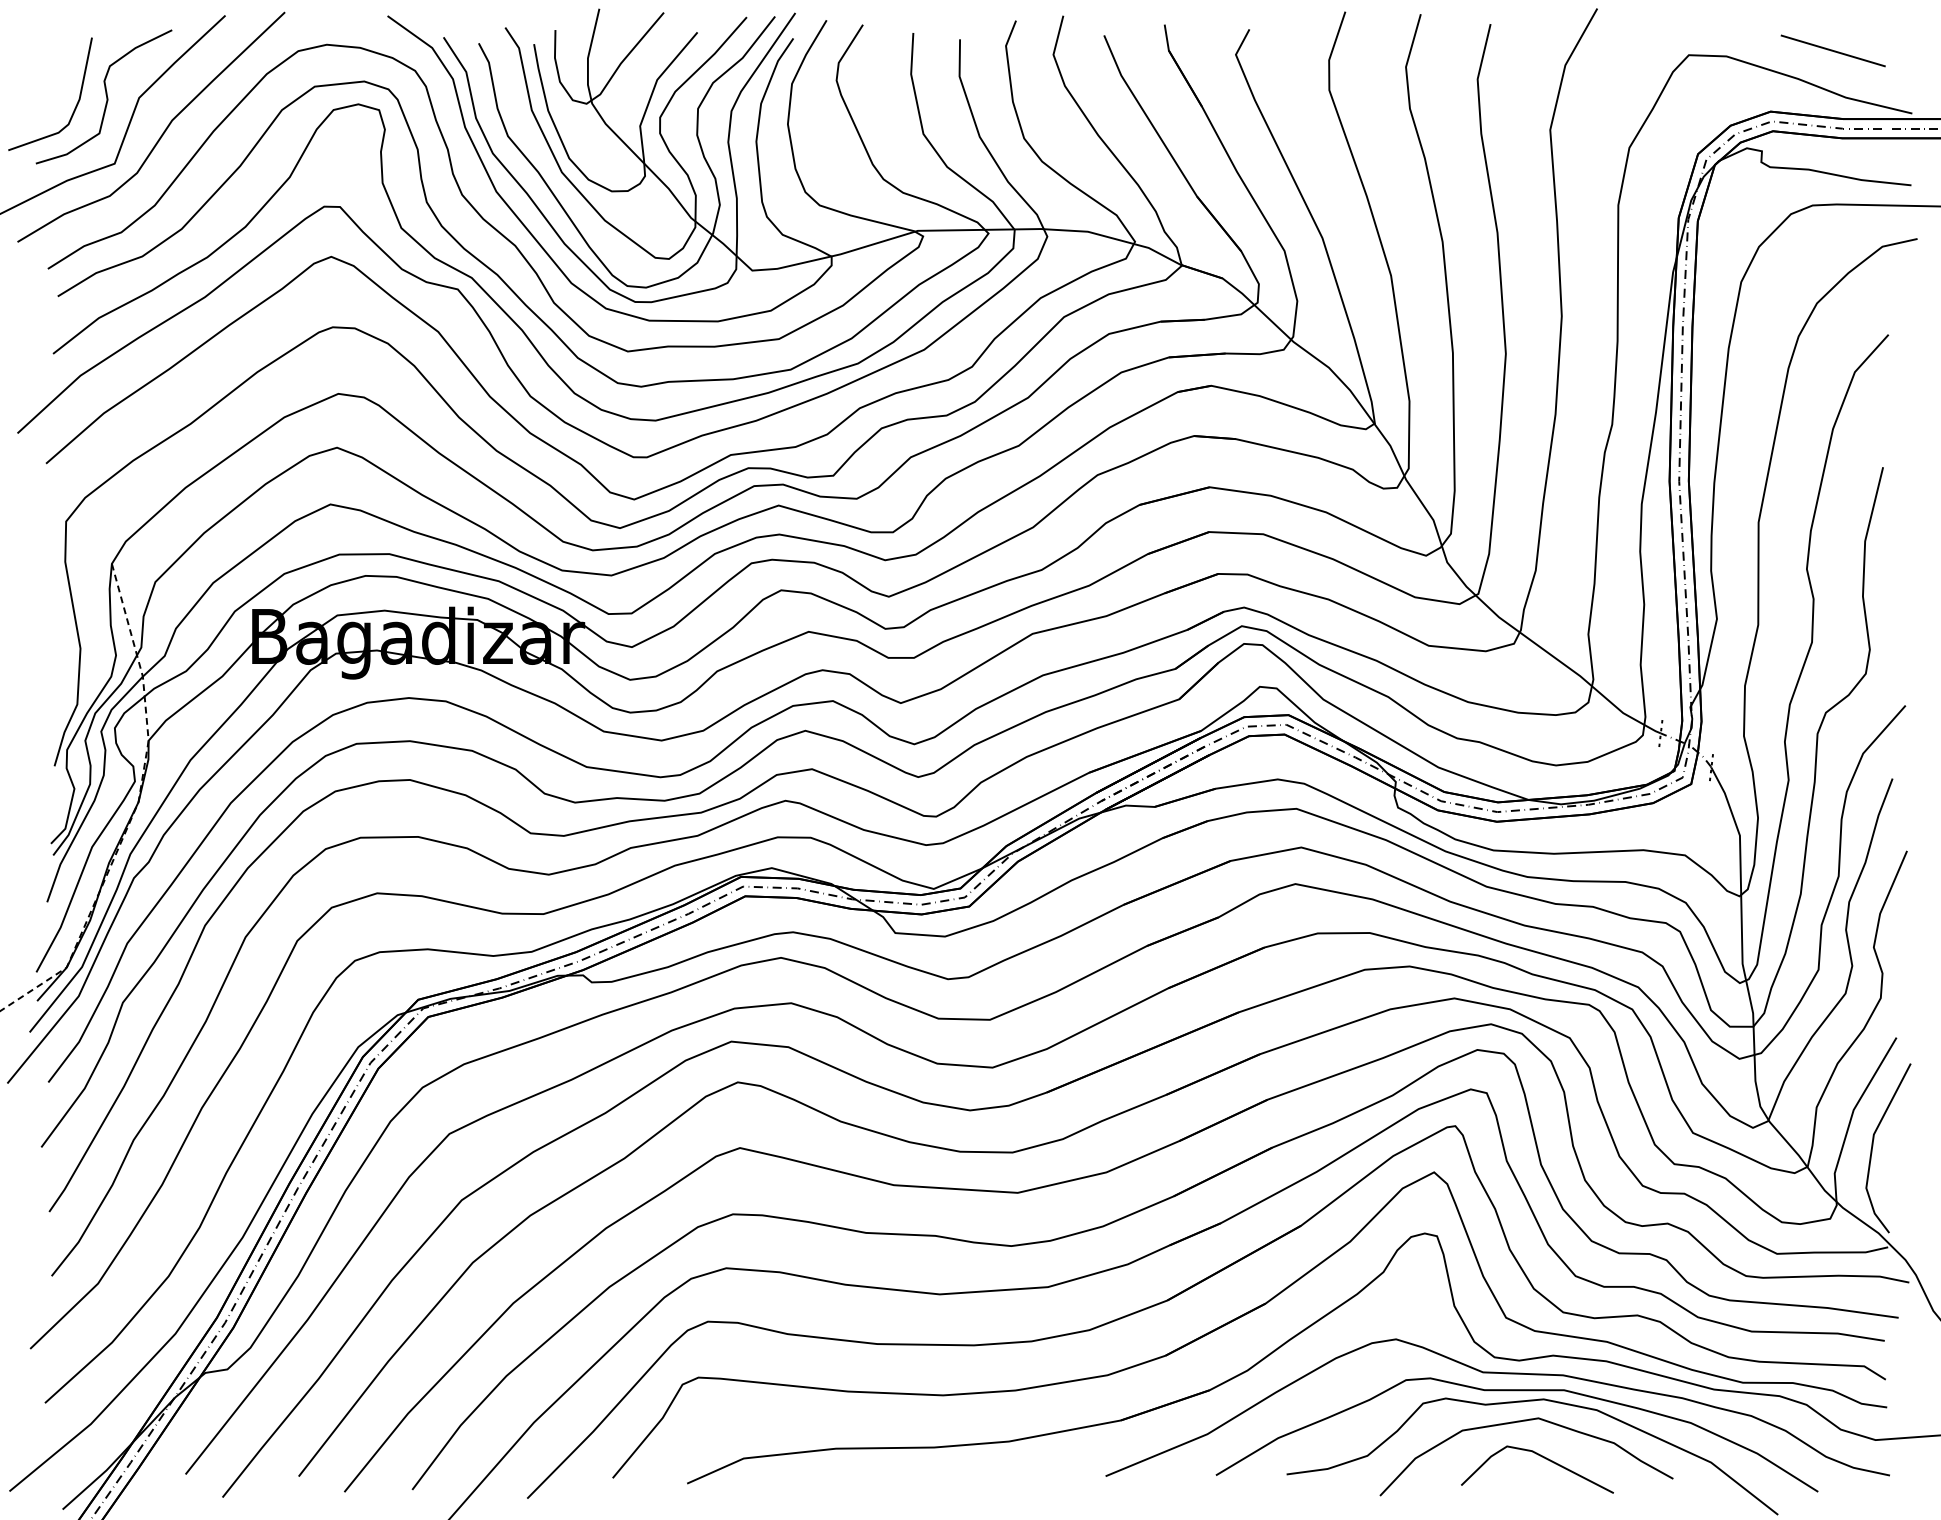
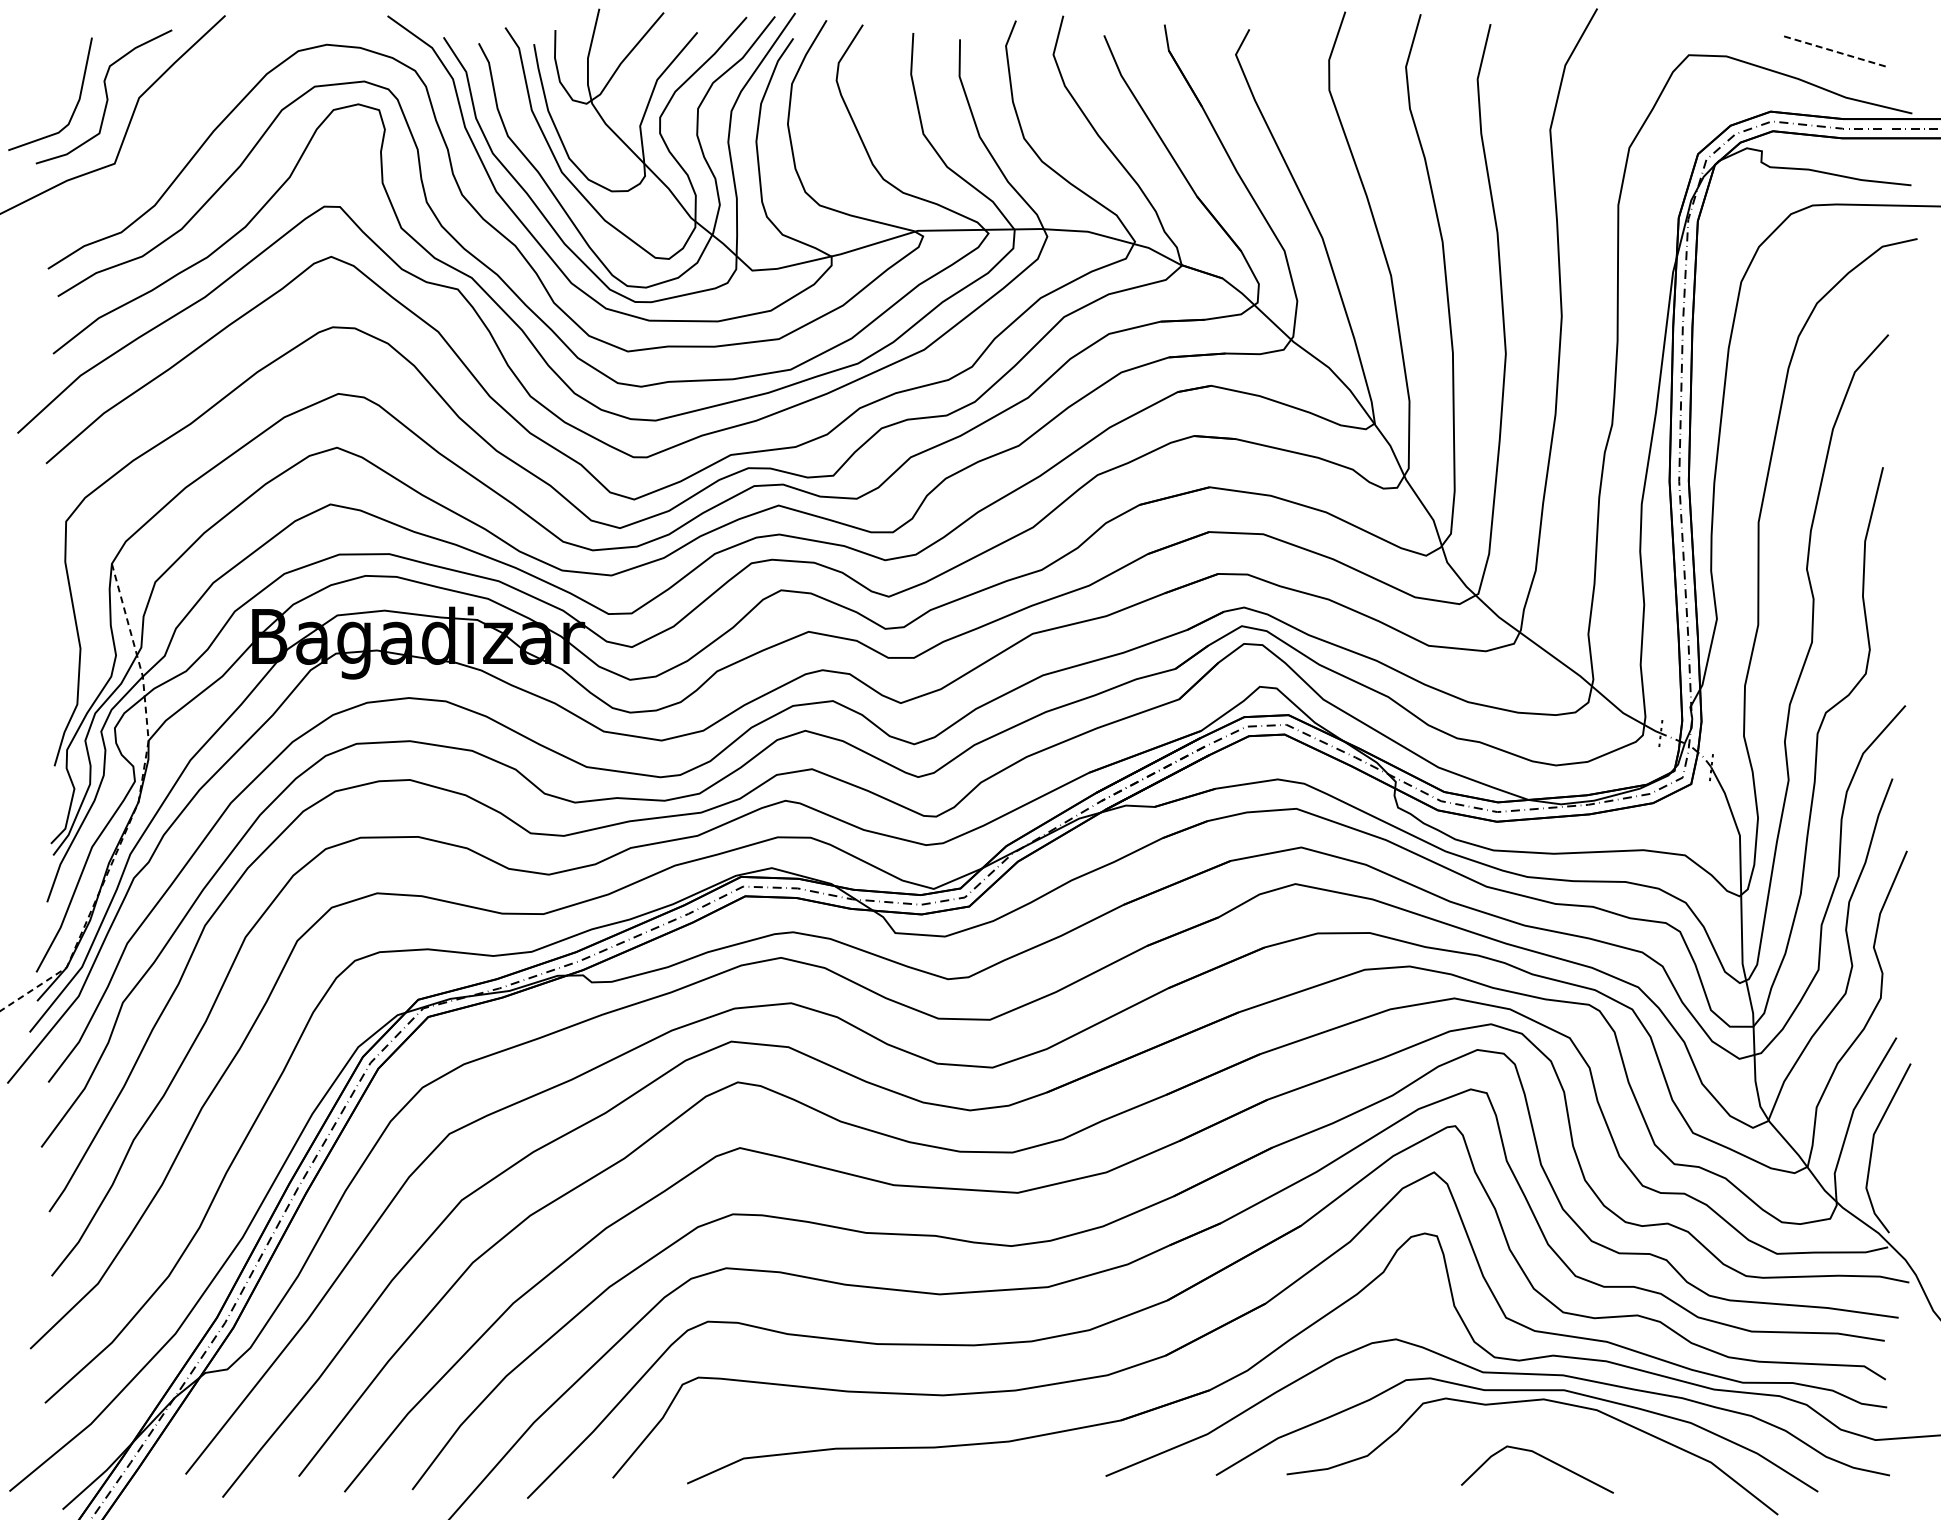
line at (1833, 50): solid -> dashed
curve at (161, 134): present -> none
curve at (1520, 1422): present -> none
